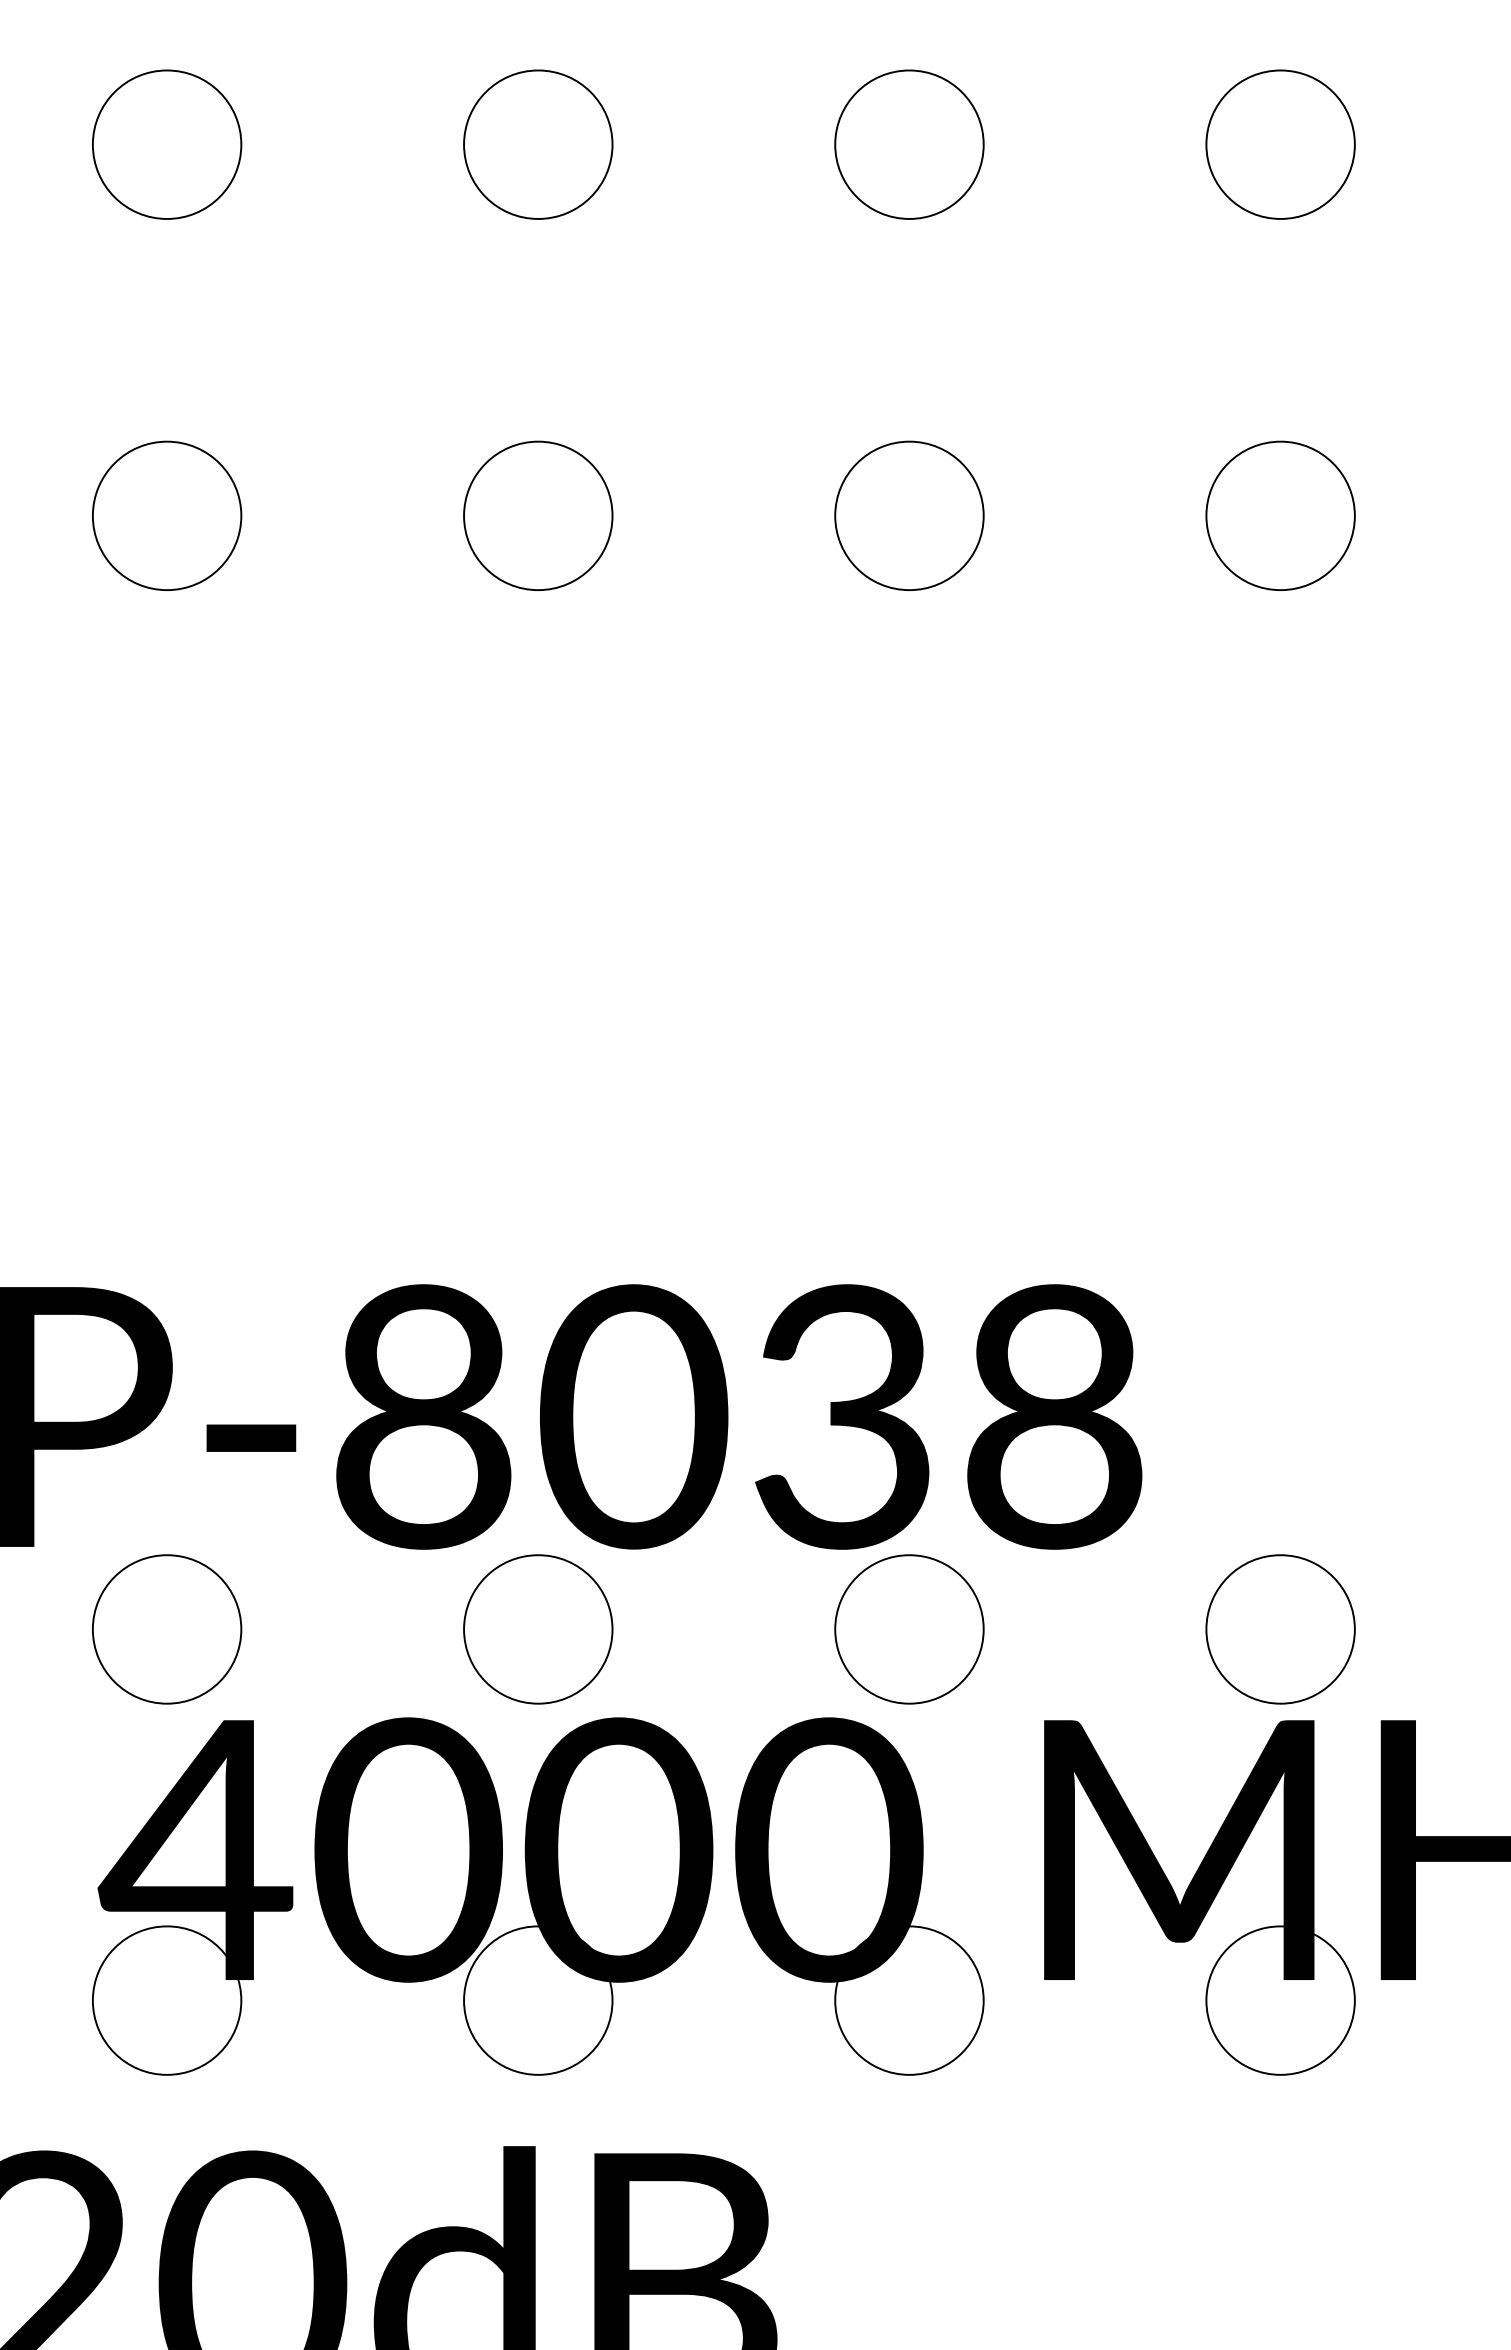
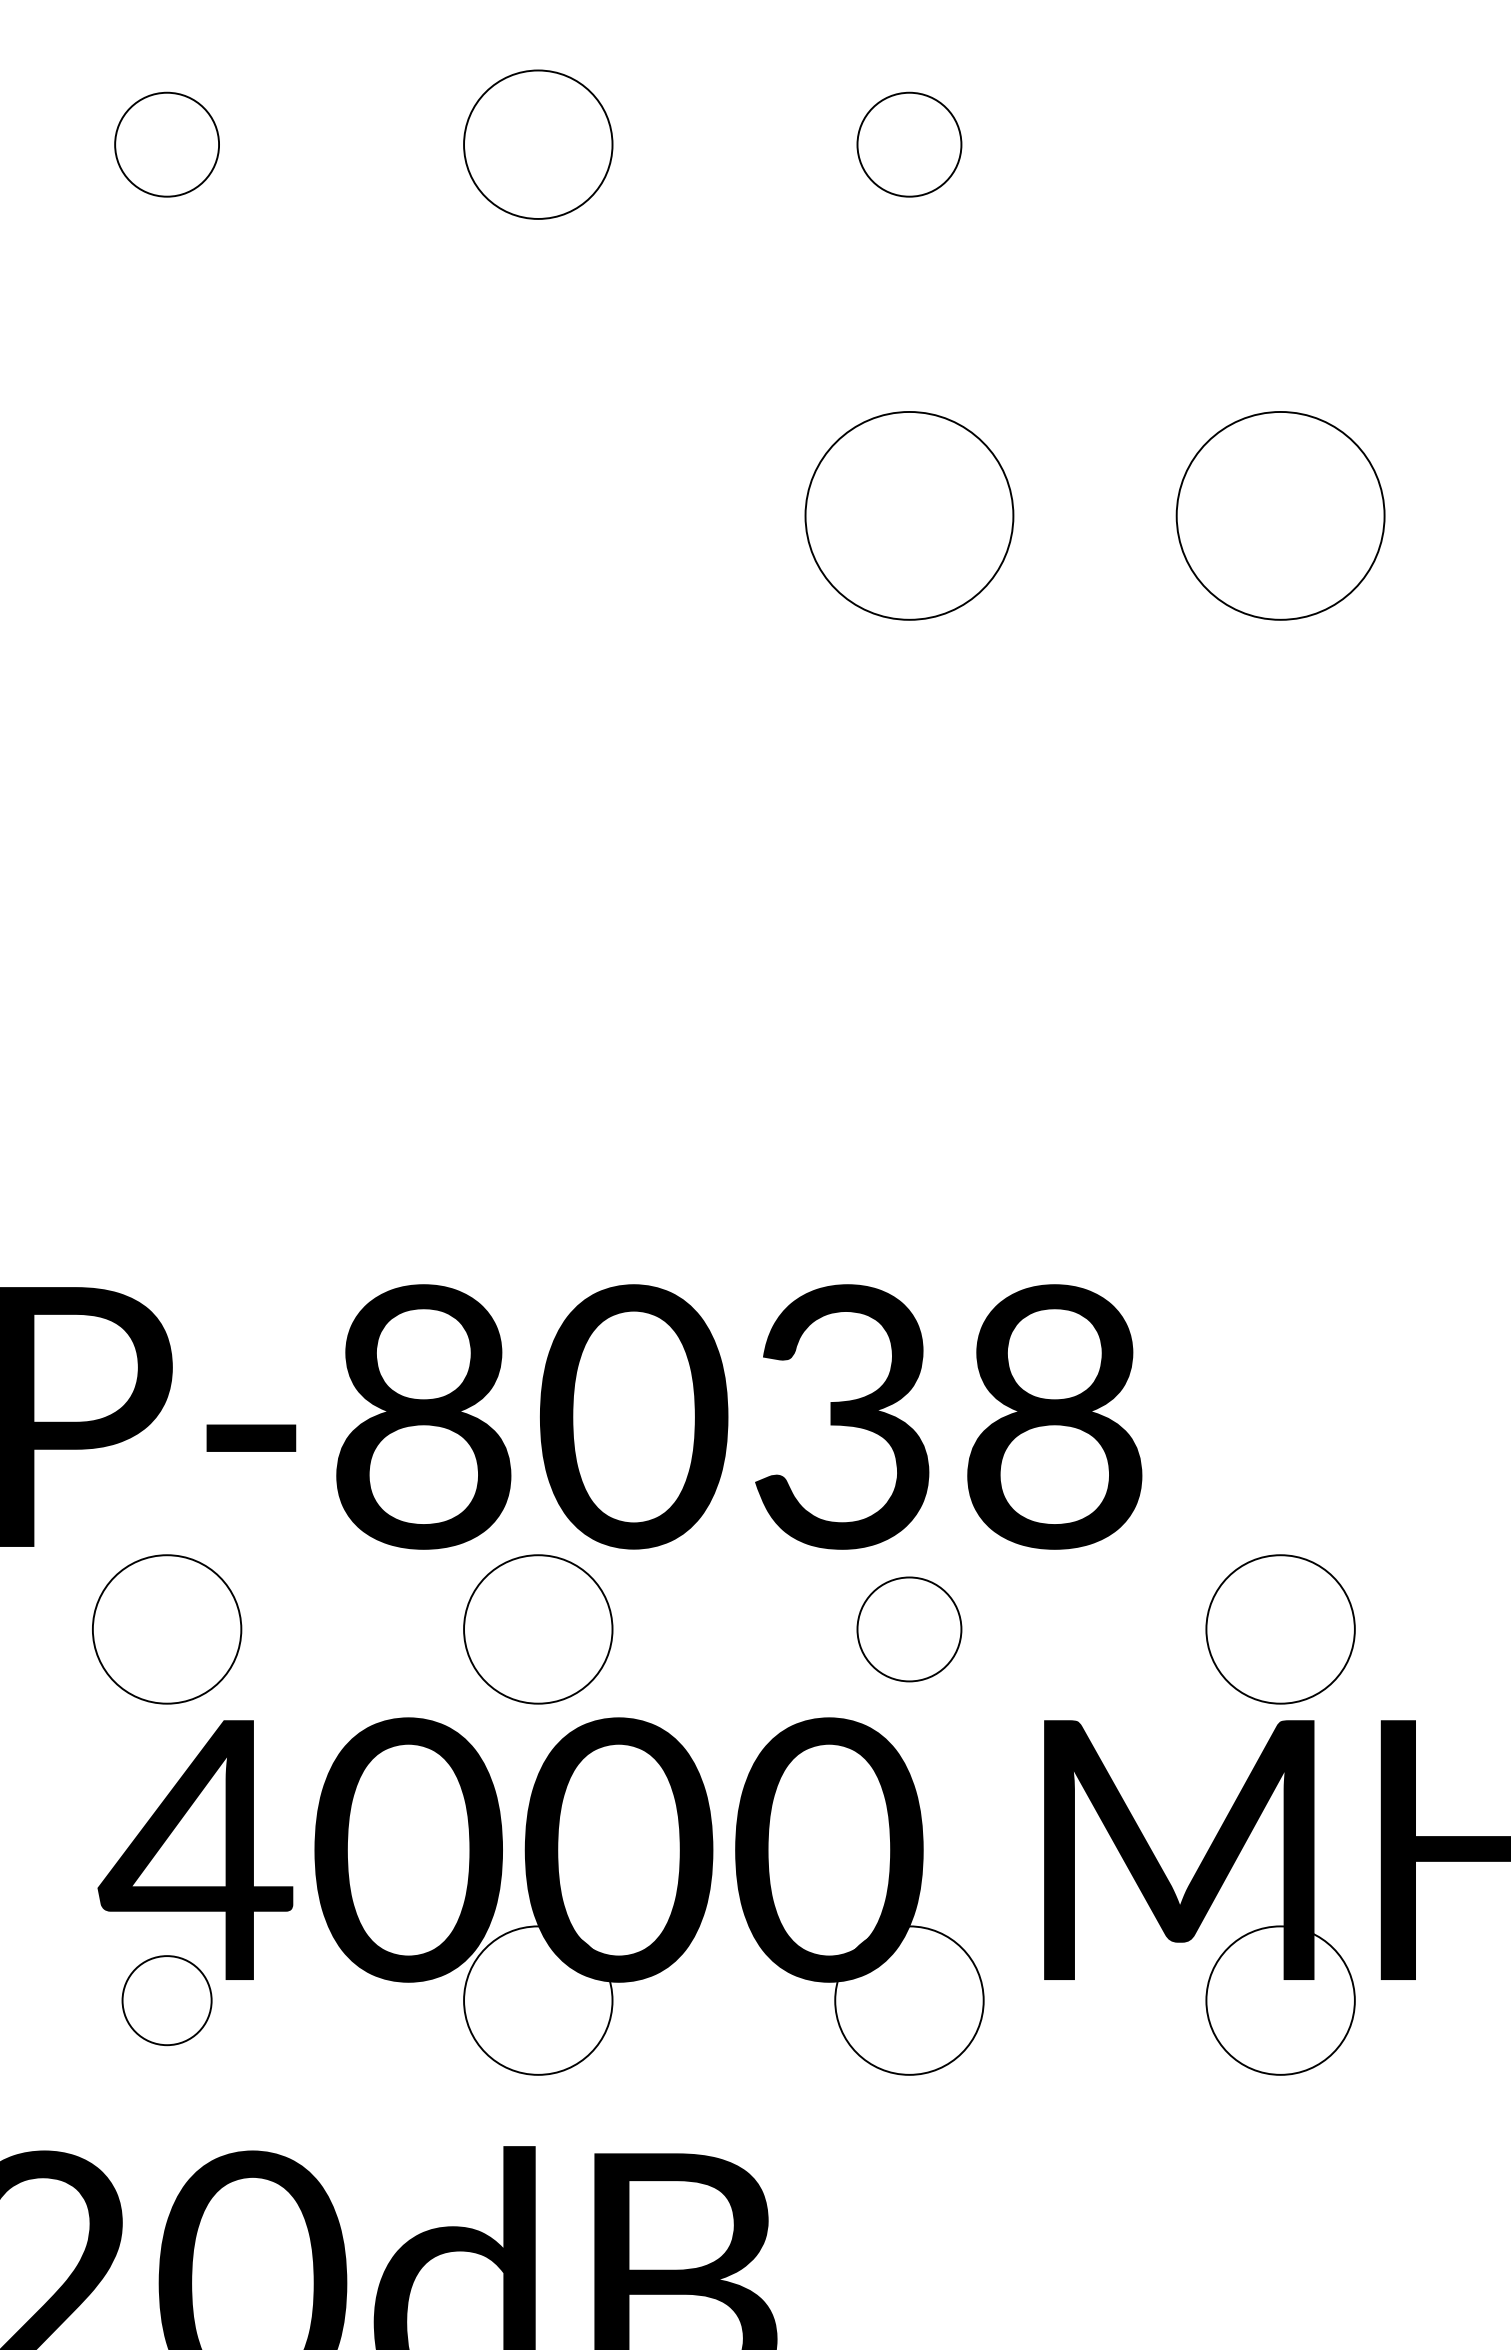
circle at (166, 144) diameter: 148 px -> 104 px
circle at (909, 144) diameter: 148 px -> 104 px
circle at (1280, 144): present -> none
circle at (167, 515): present -> none
circle at (538, 515): present -> none
circle at (909, 515) diameter: 148 px -> 208 px
circle at (1280, 515) diameter: 148 px -> 208 px
circle at (909, 1629) diameter: 148 px -> 104 px
circle at (166, 2000) diameter: 148 px -> 89 px
